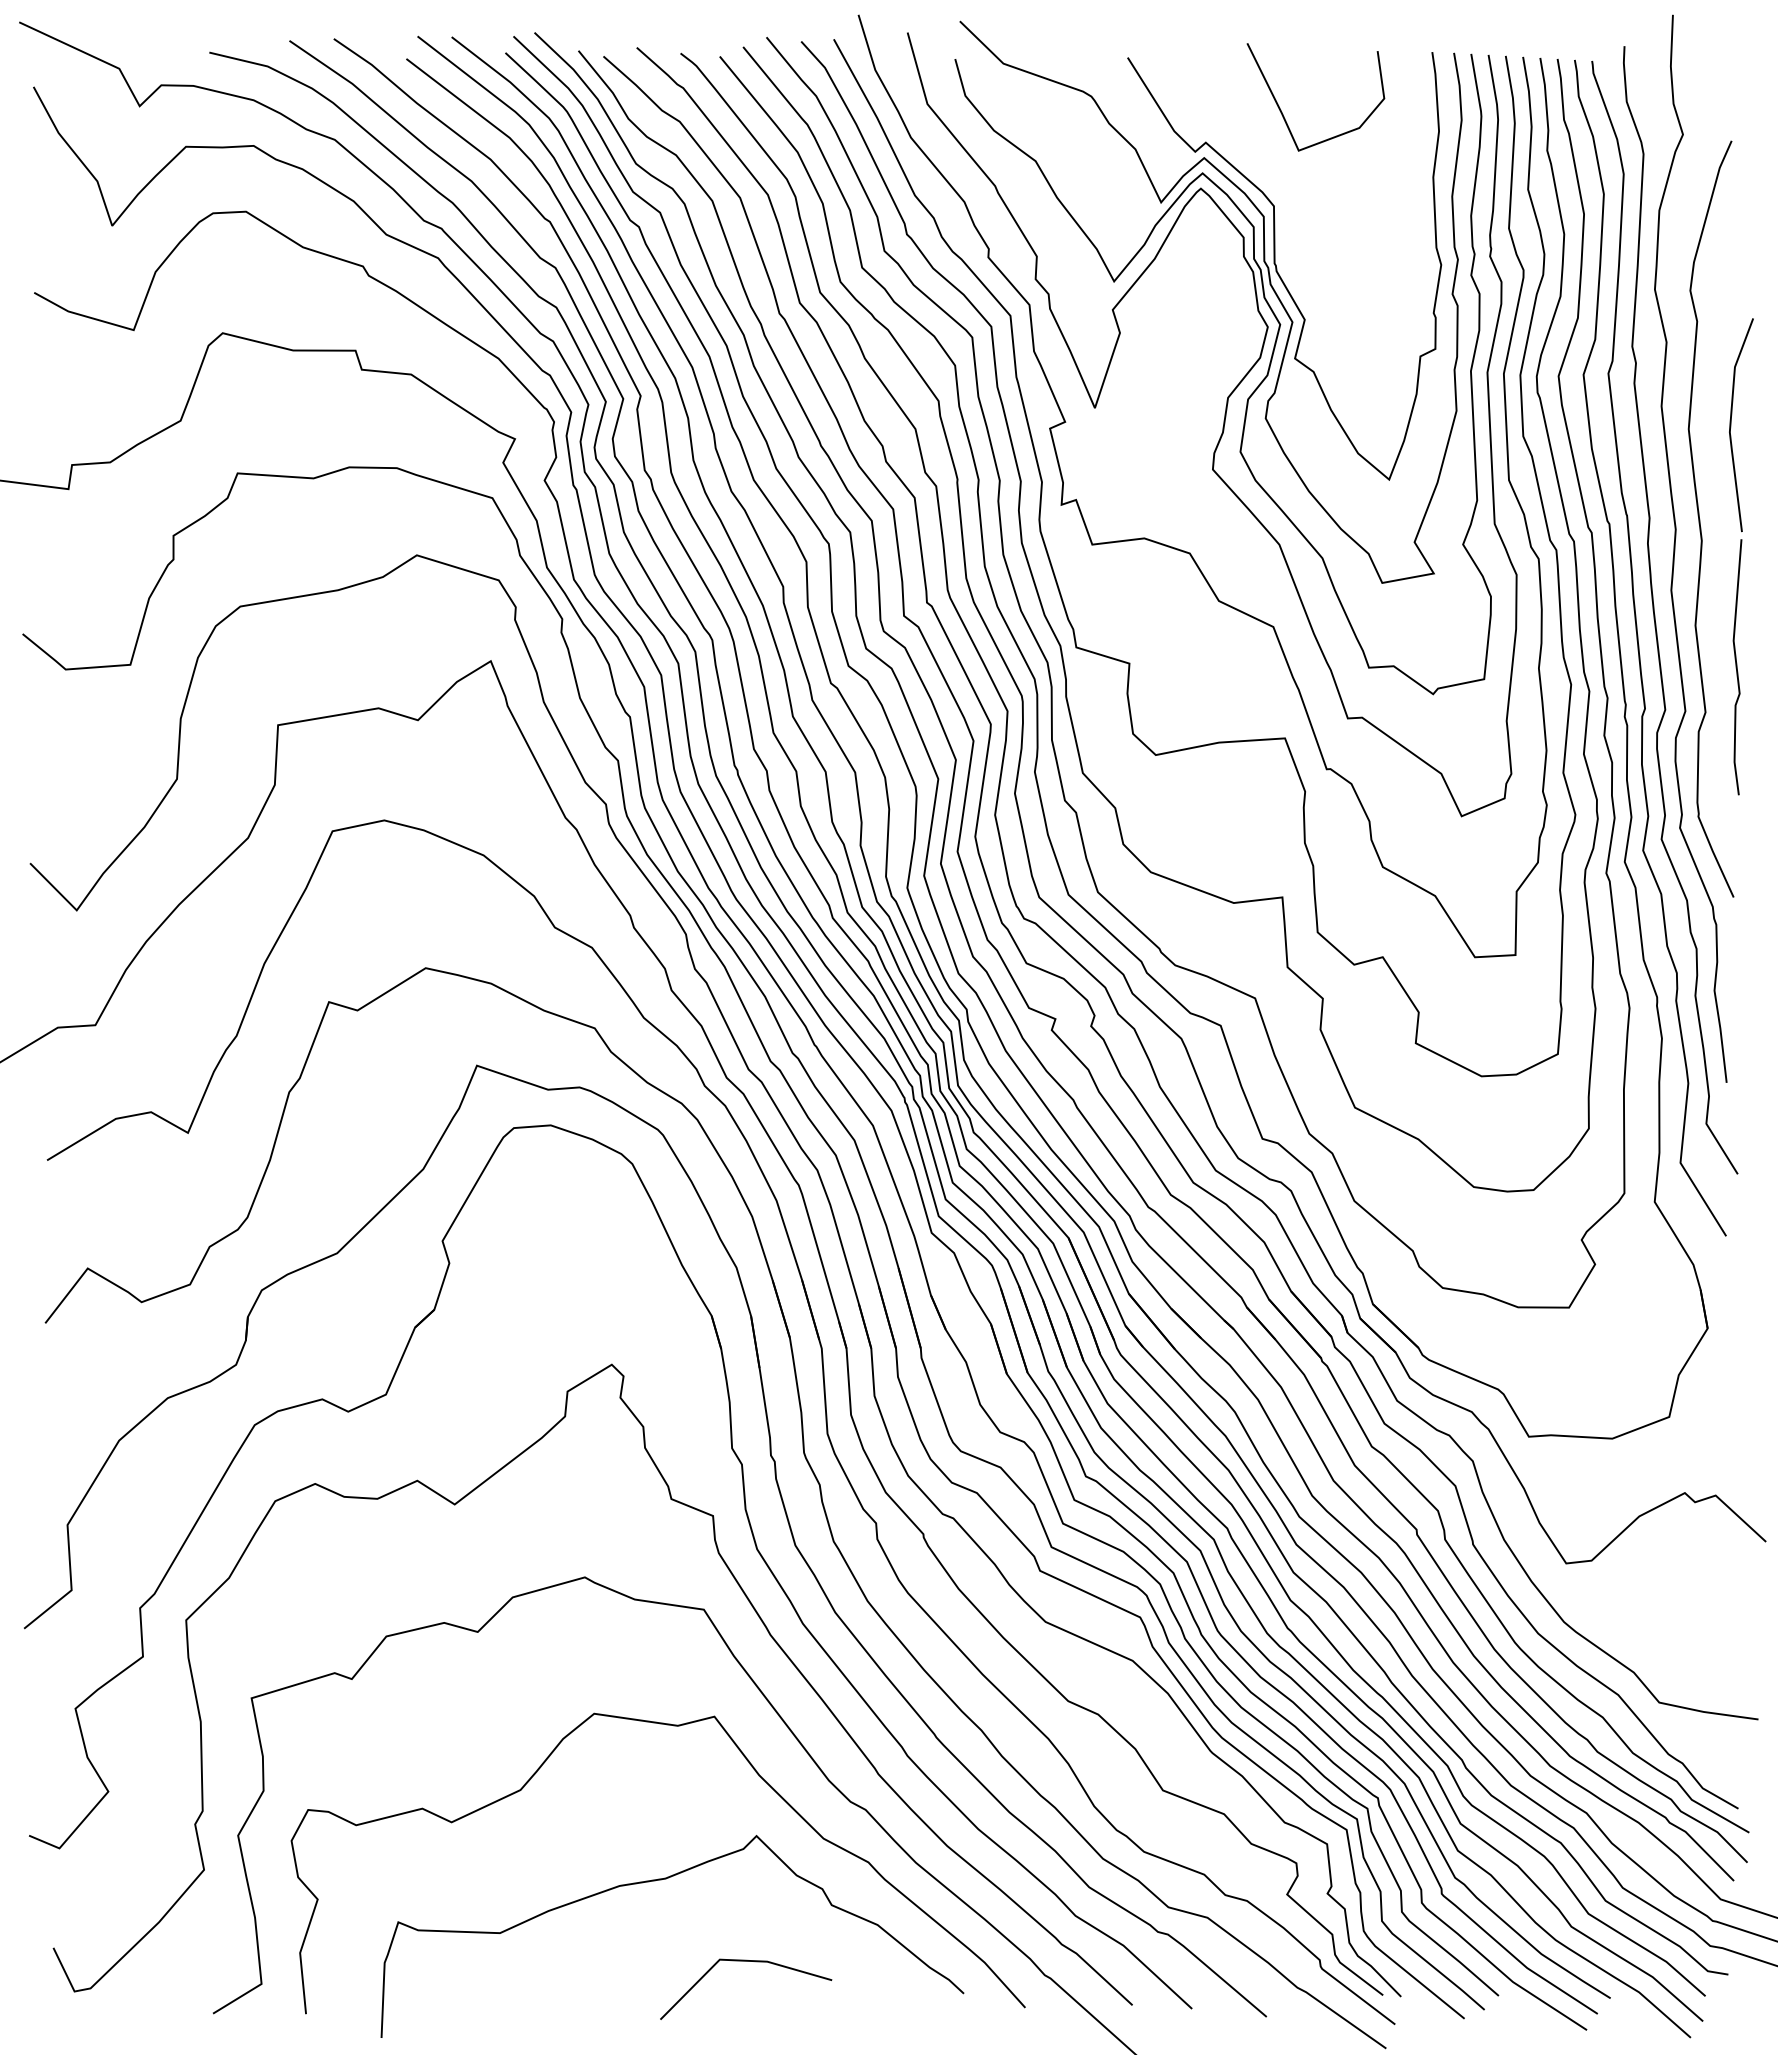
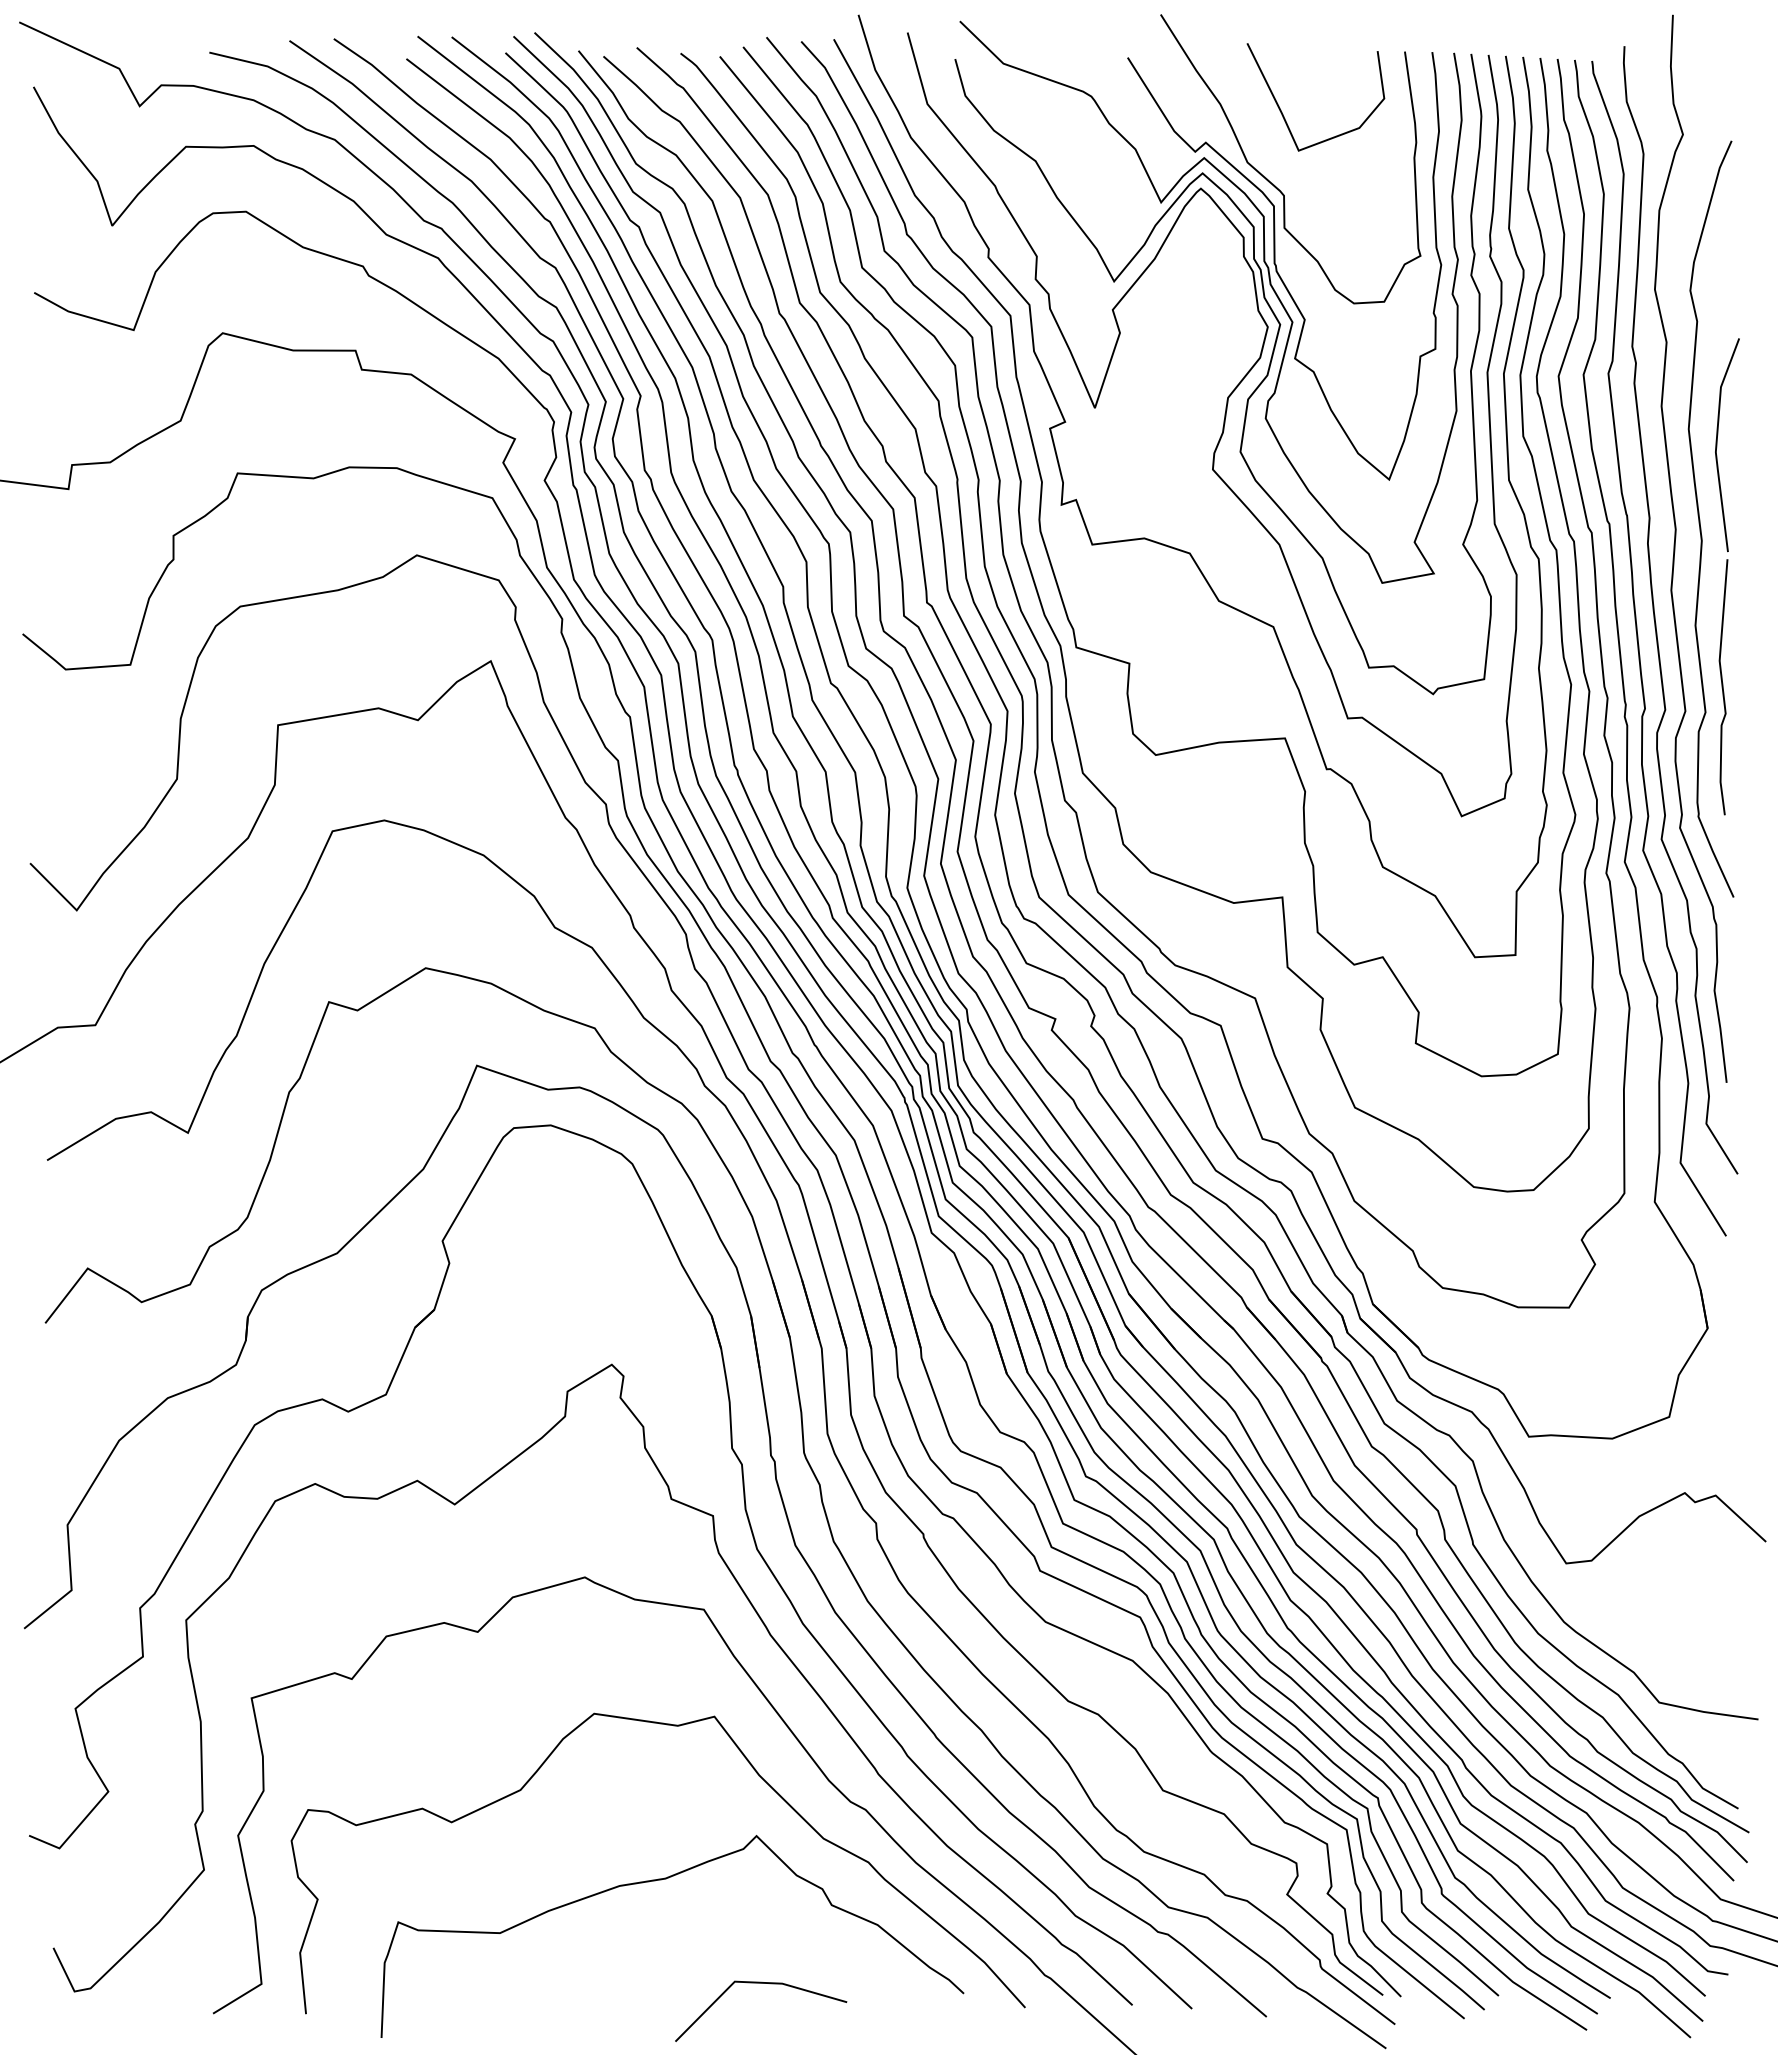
curve at (1273, 183): none -> present
part at (1741, 556) position: (1741, 556) -> (1727, 576)
line at (746, 1961) position: (746, 1961) -> (761, 1983)
